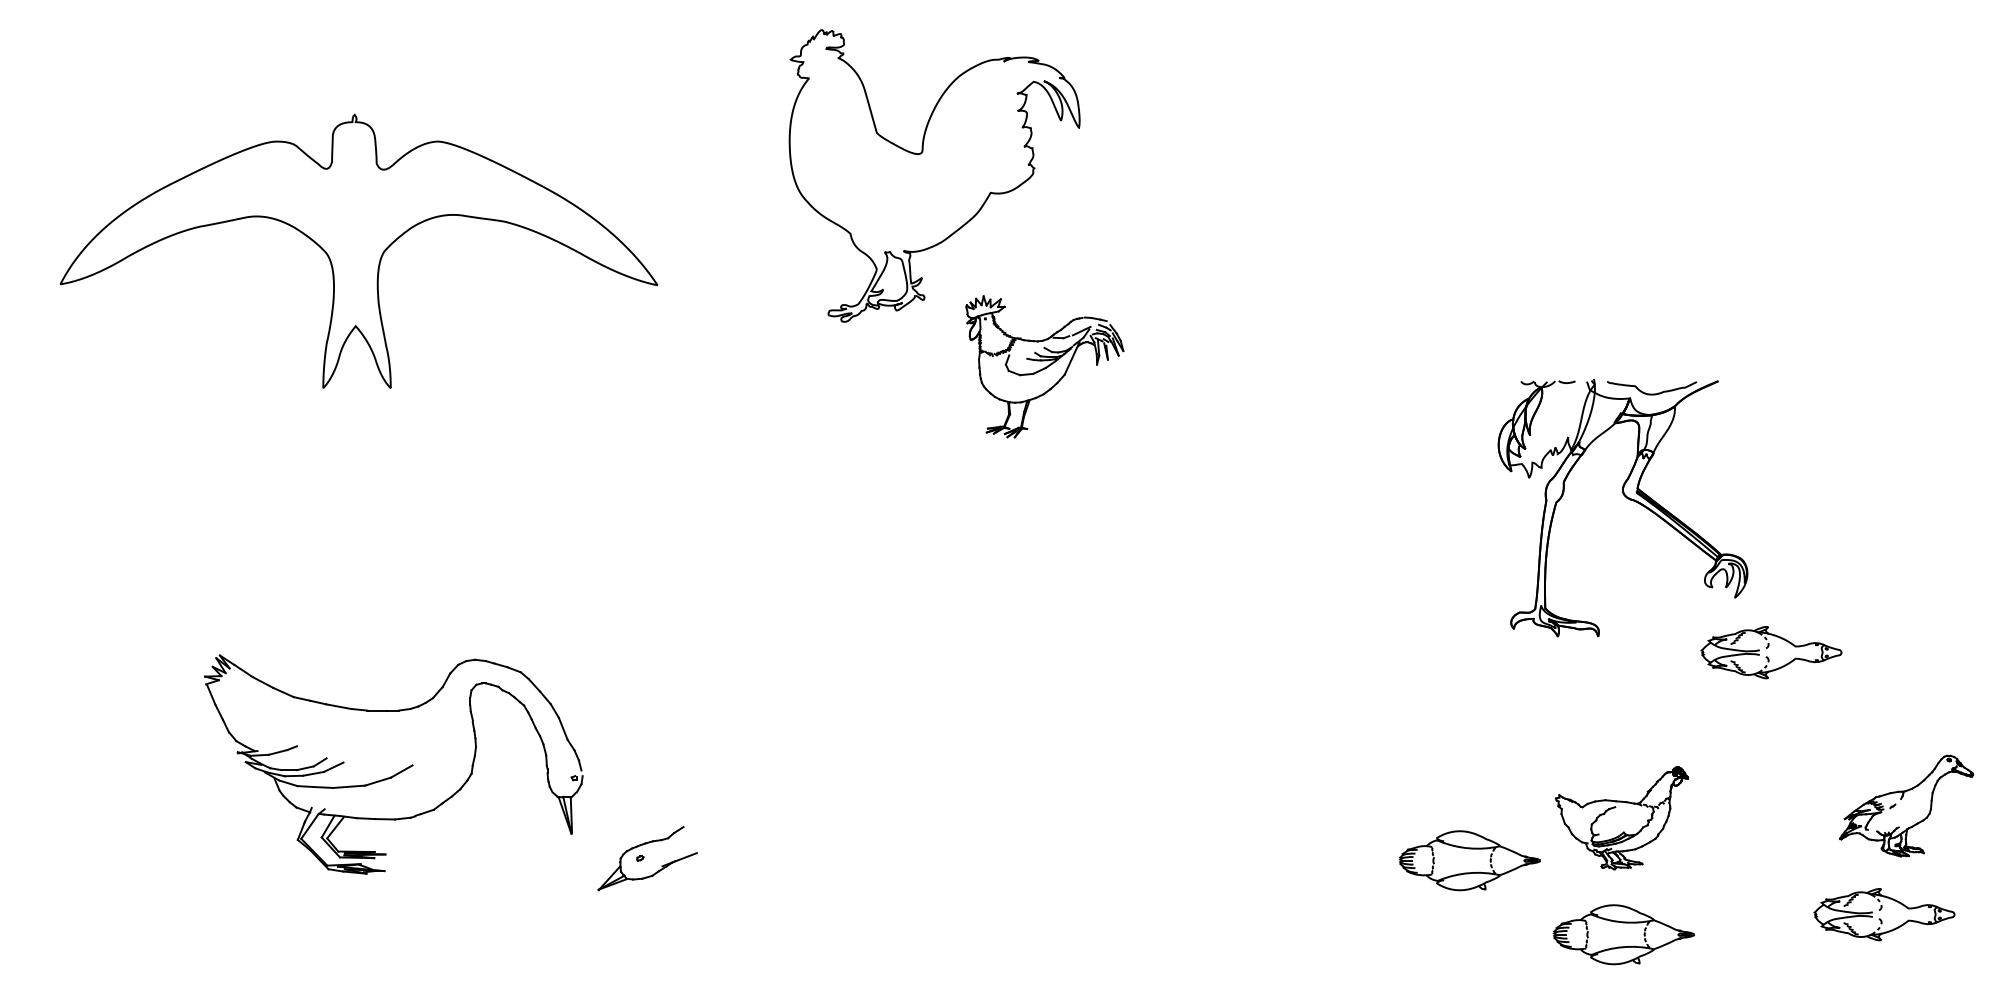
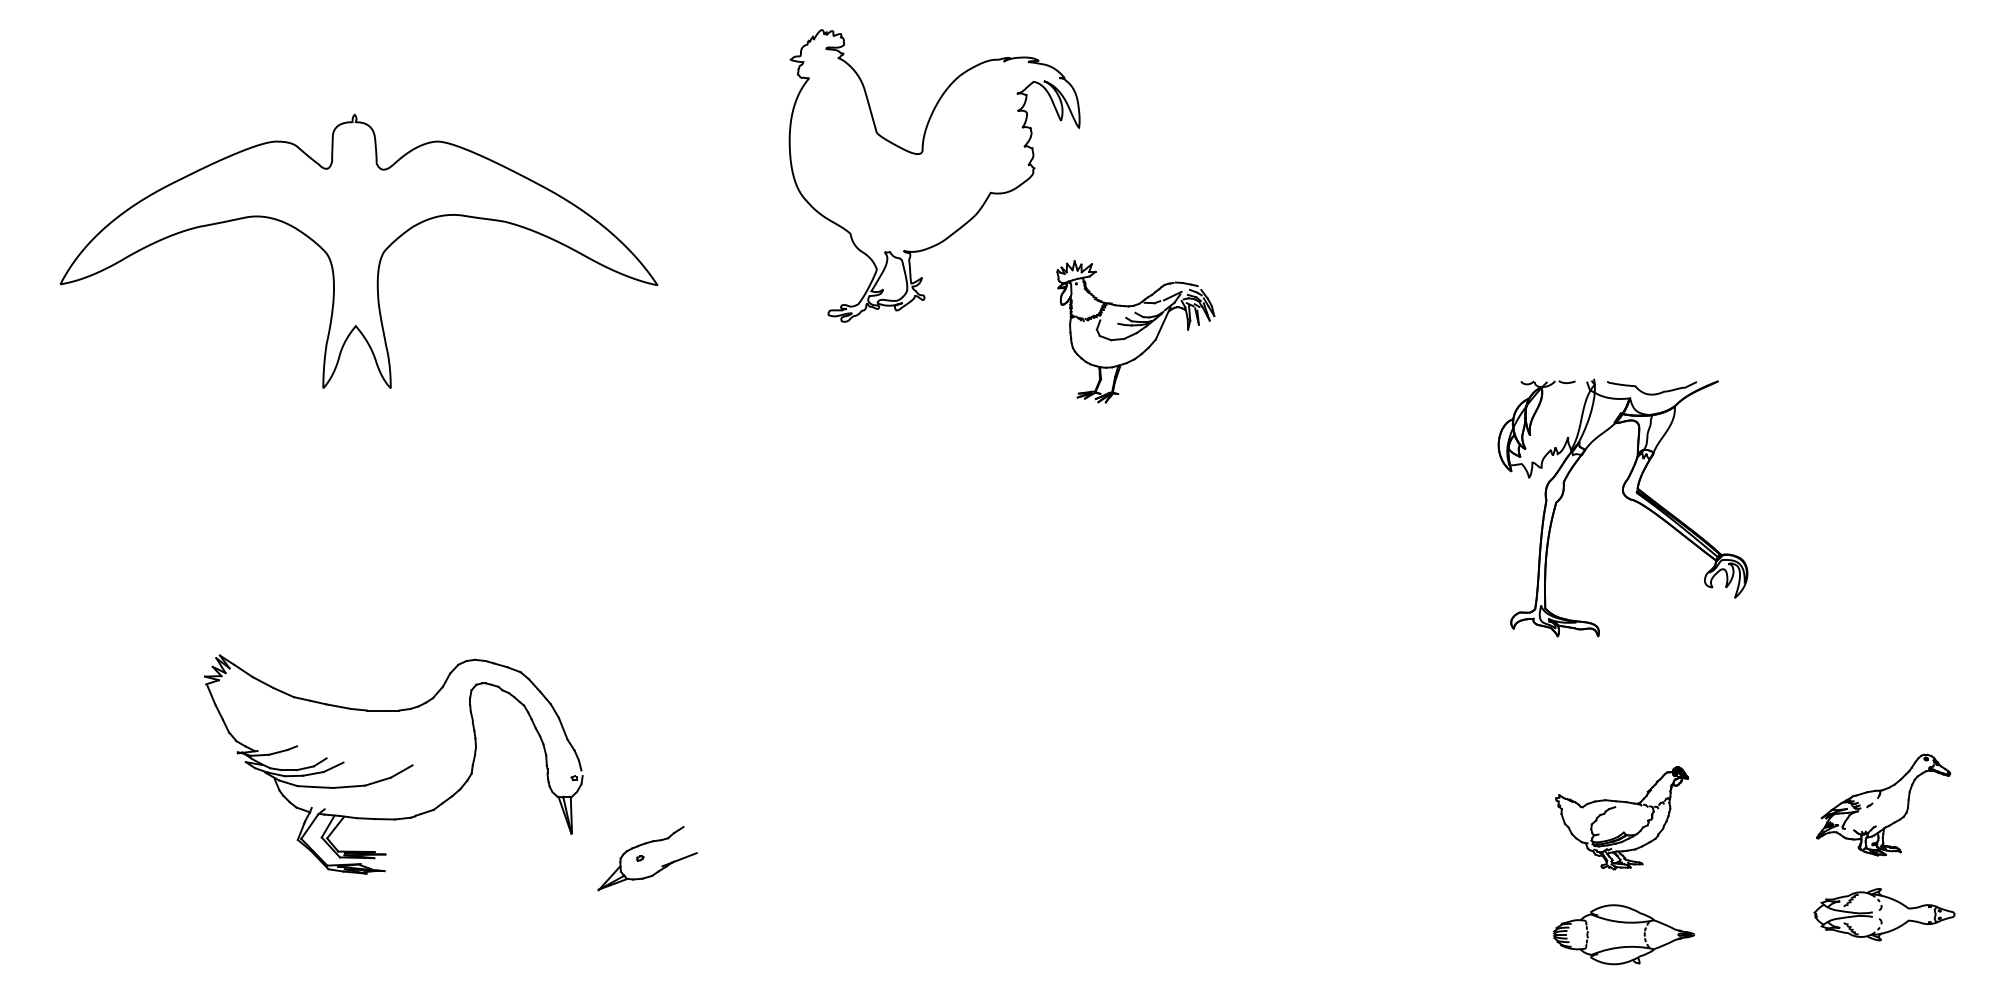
part at (1044, 366) position: (1044, 366) -> (1135, 331)
part at (1771, 652): present -> none
part at (1906, 805) position: (1906, 805) -> (1883, 804)
part at (1469, 860): present -> none
